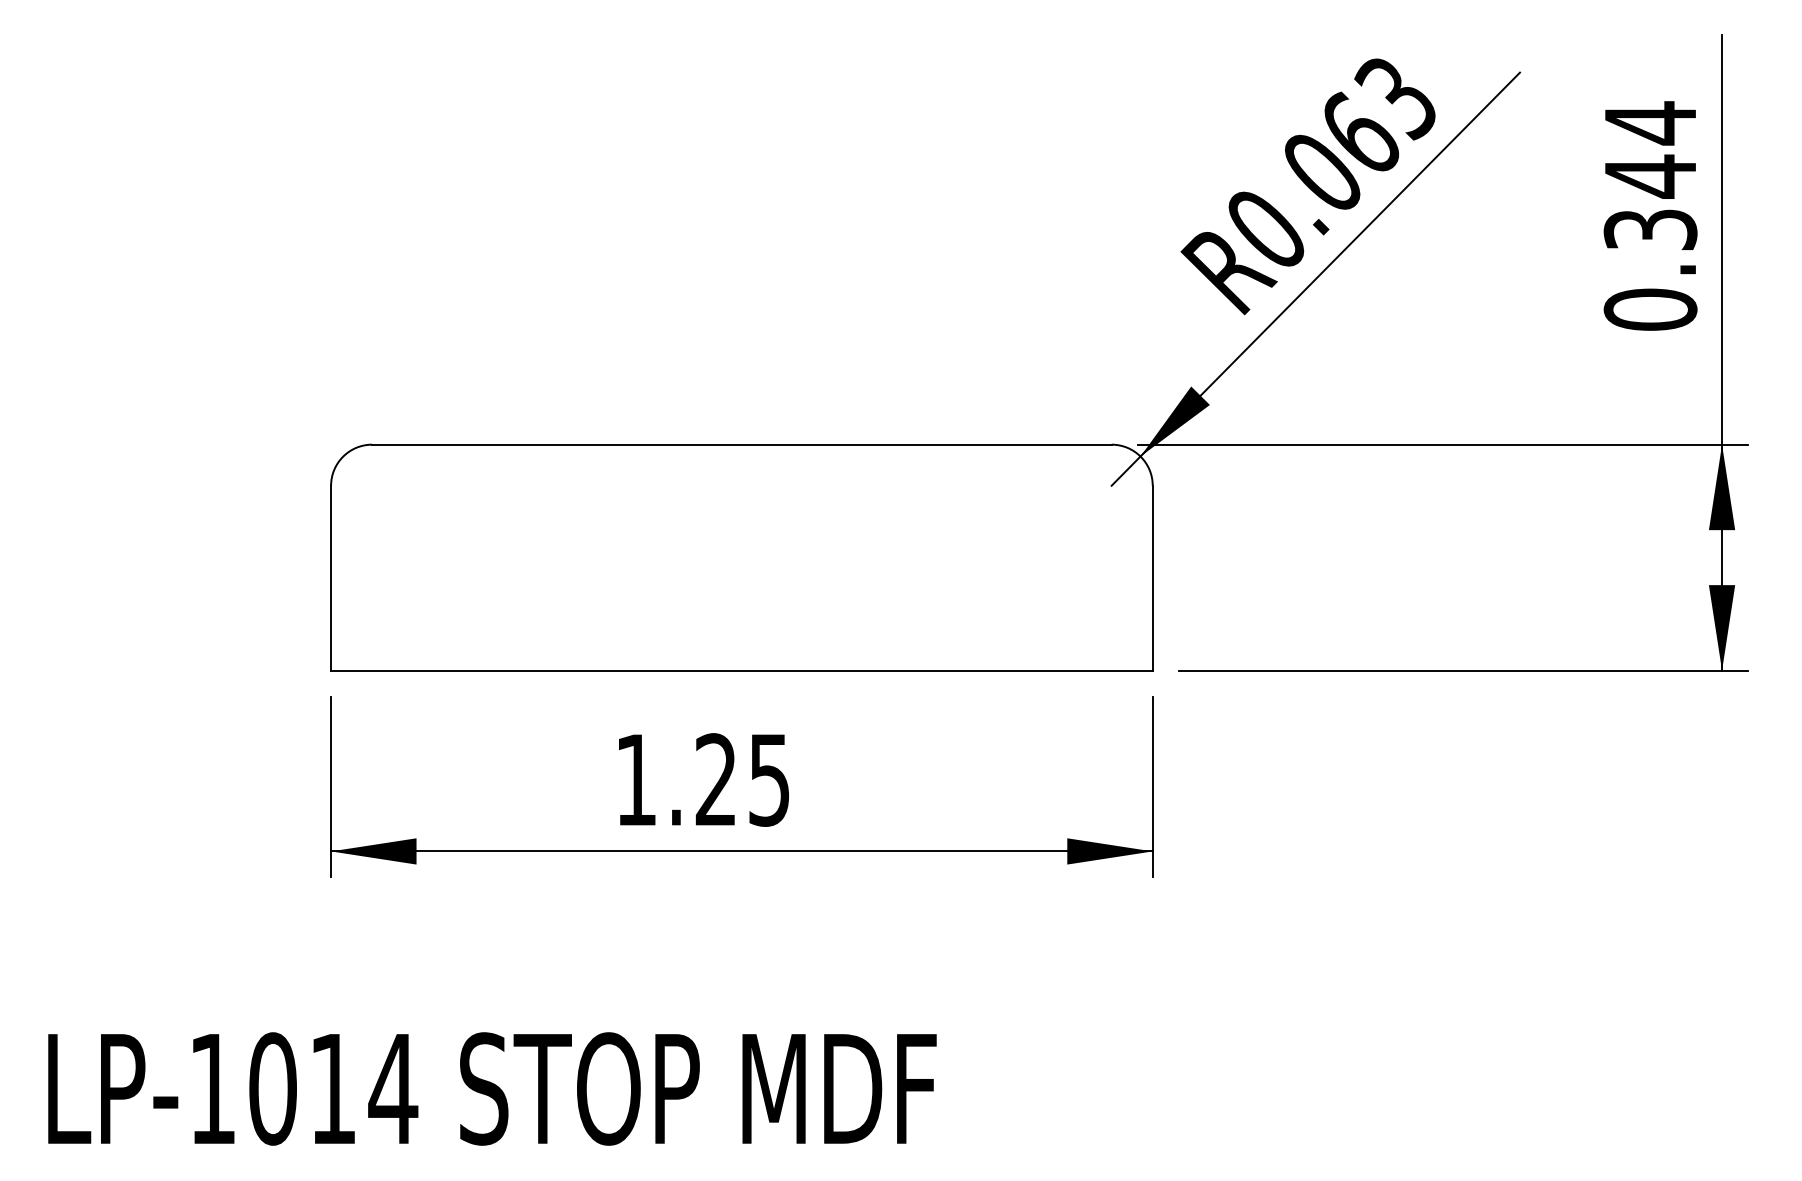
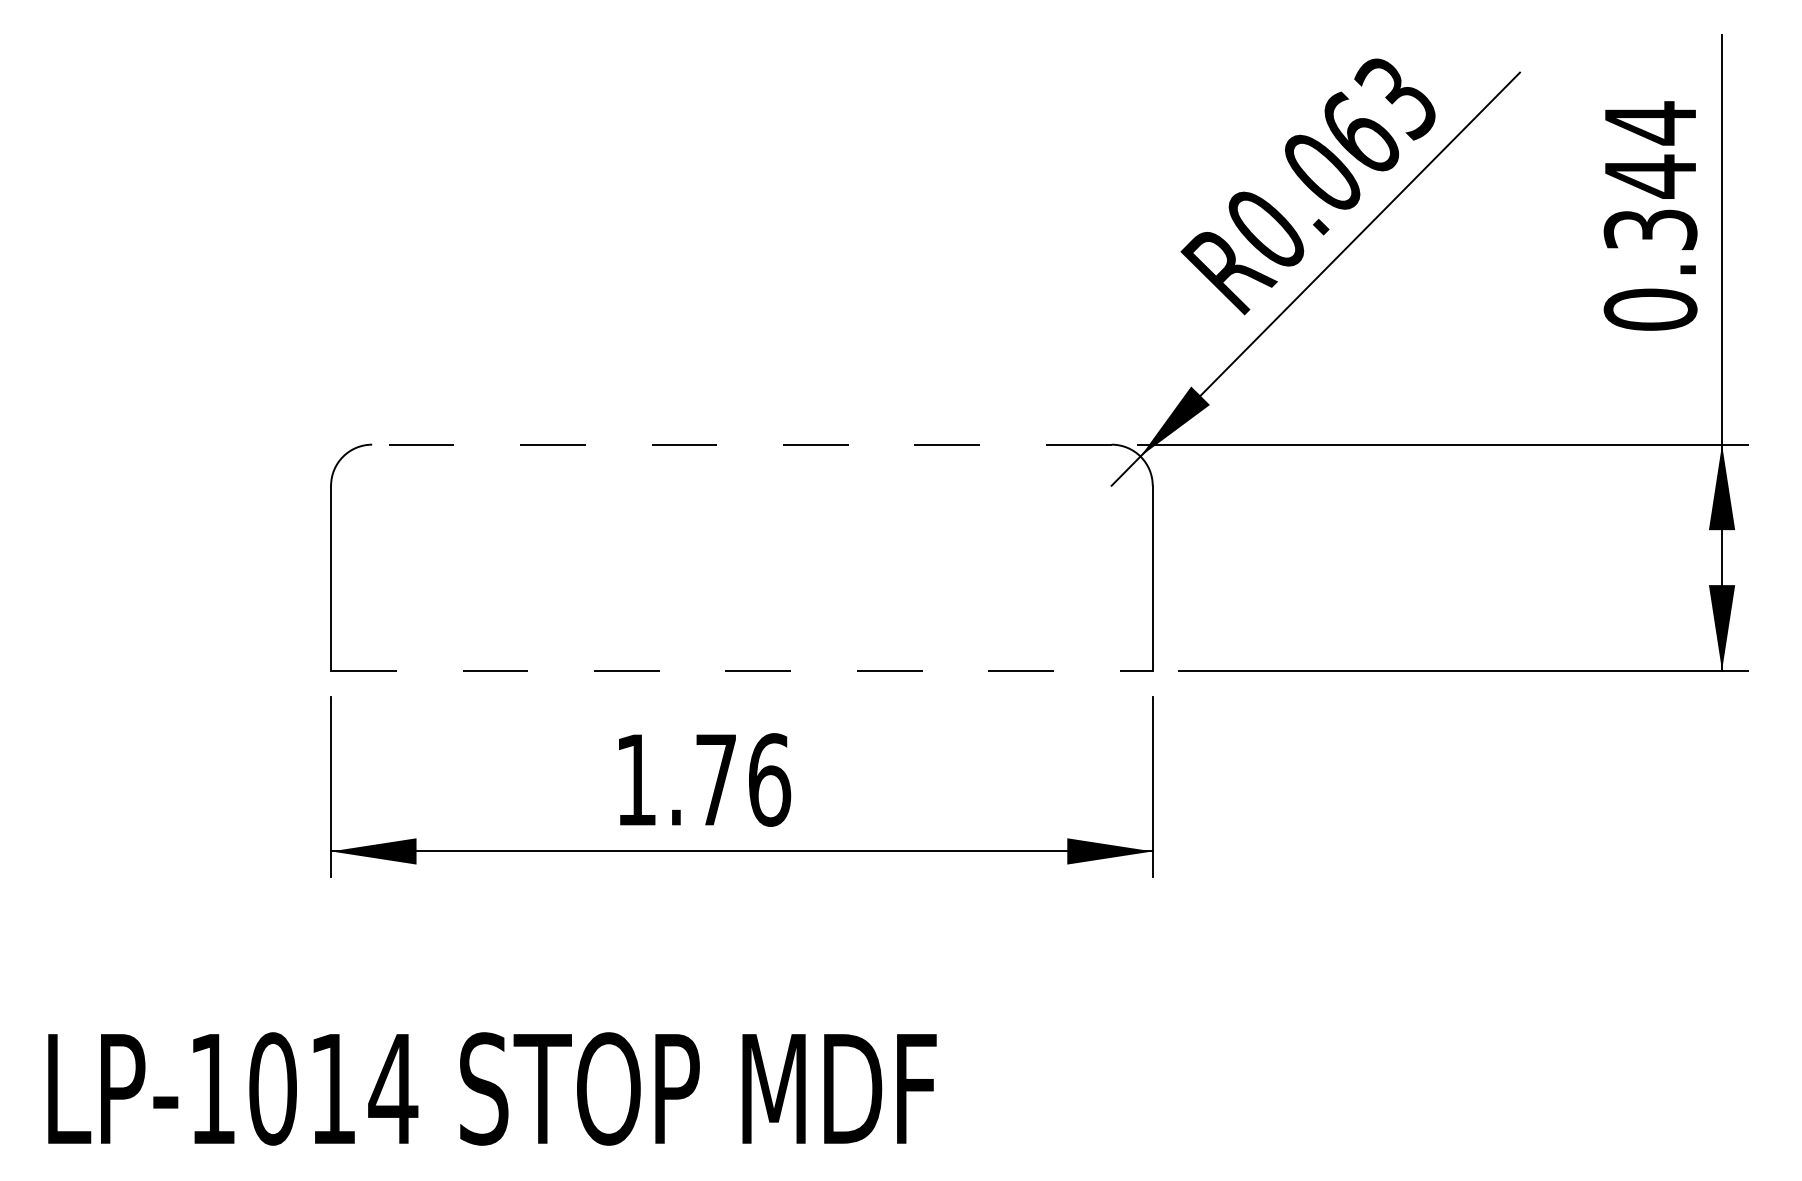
line at (741, 444): solid -> dashed
line at (741, 670): solid -> dashed
text at (743, 779): 1.25 -> 1.76
